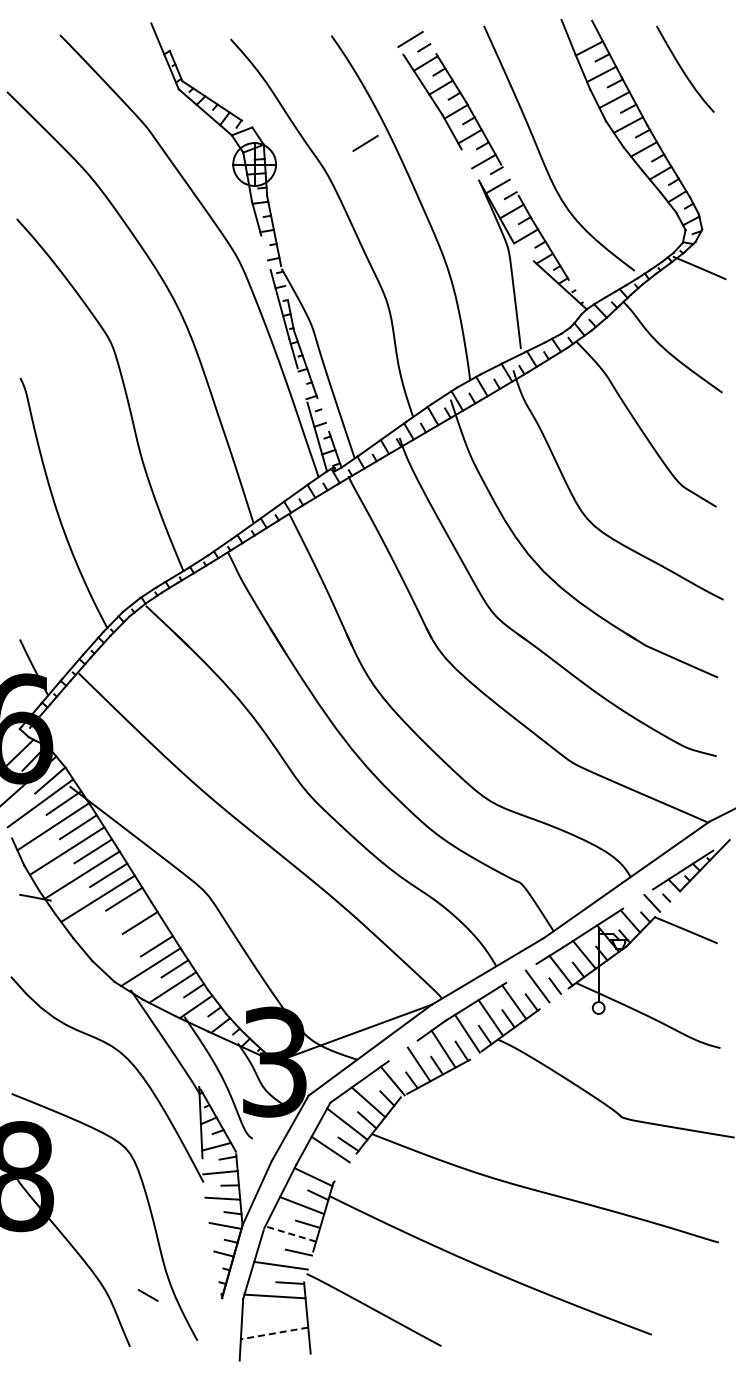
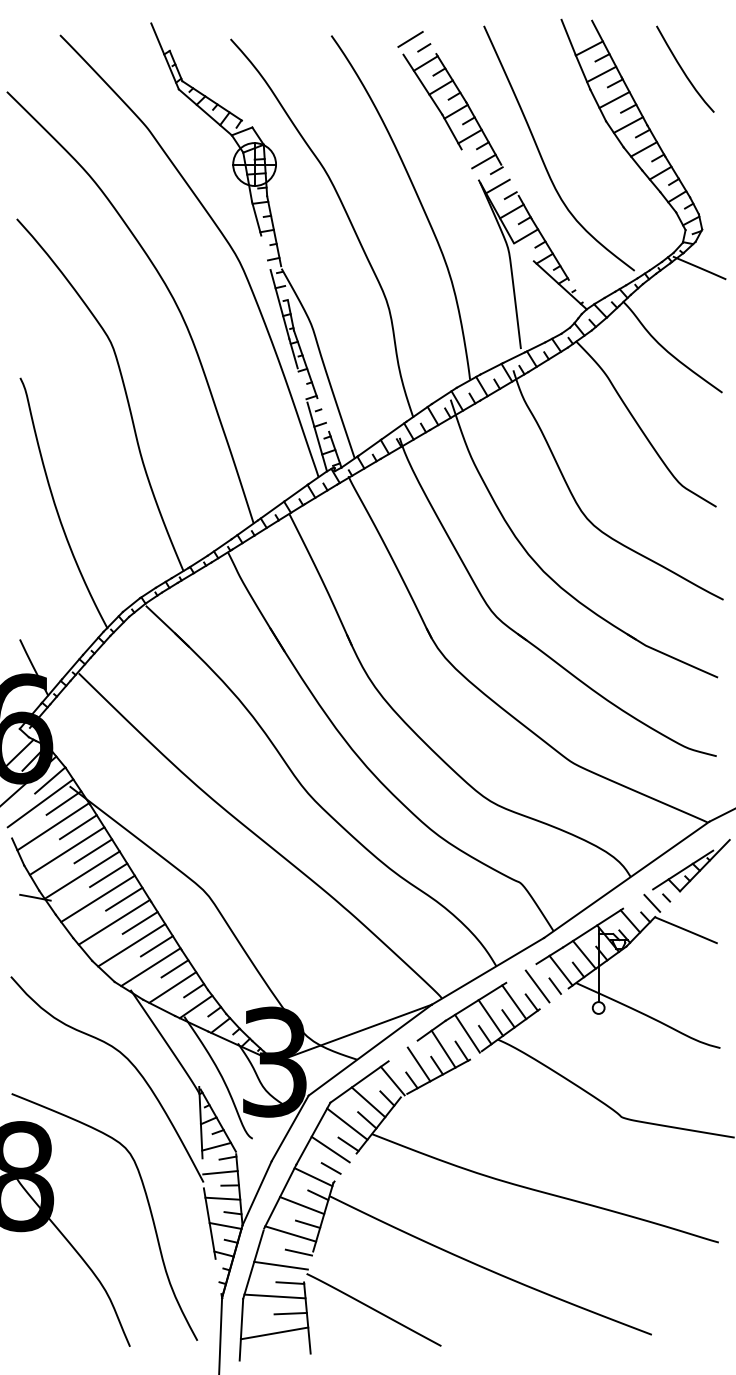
line at (365, 143): present -> none
line at (114, 921): none -> present
line at (131, 945): none -> present
line at (209, 1223): none -> present
line at (290, 1234): dashed -> solid
line at (147, 1295) position: (147, 1295) -> (330, 1168)
line at (290, 1313): none -> present
line at (274, 1333): dashed -> solid
line at (220, 1334): none -> present
